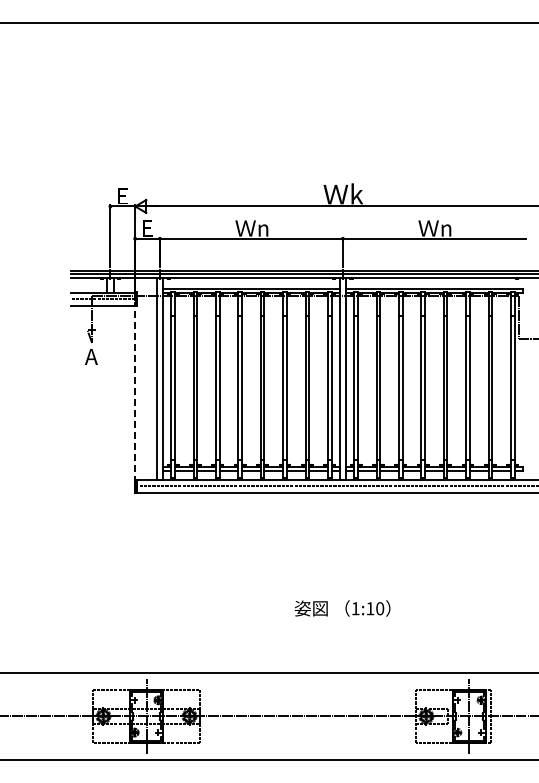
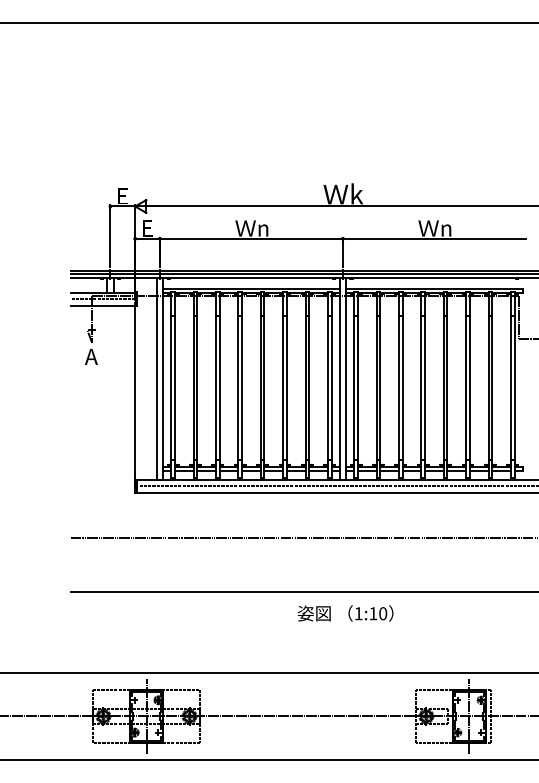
line at (135, 394): dashed -> solid
line at (302, 538): none -> present
line at (302, 591): none -> present
text at (342, 608) position: (342, 608) -> (345, 613)
